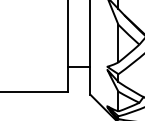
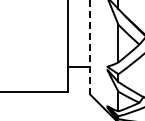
line at (90, 47): solid -> dashed
